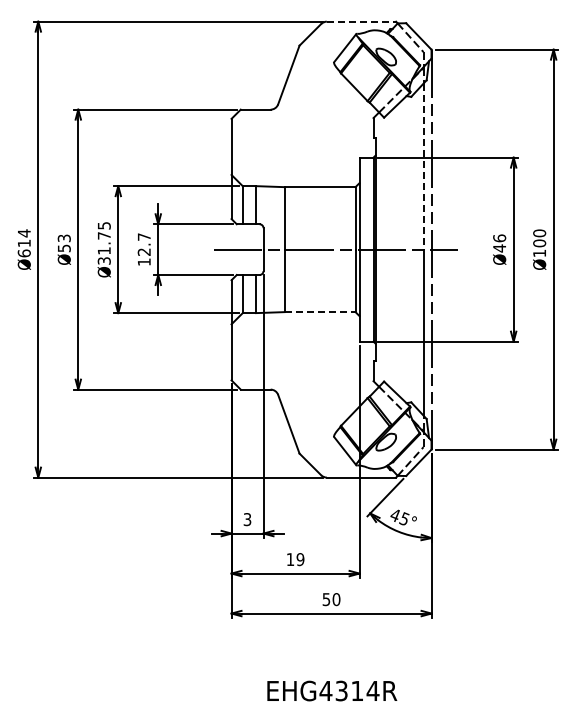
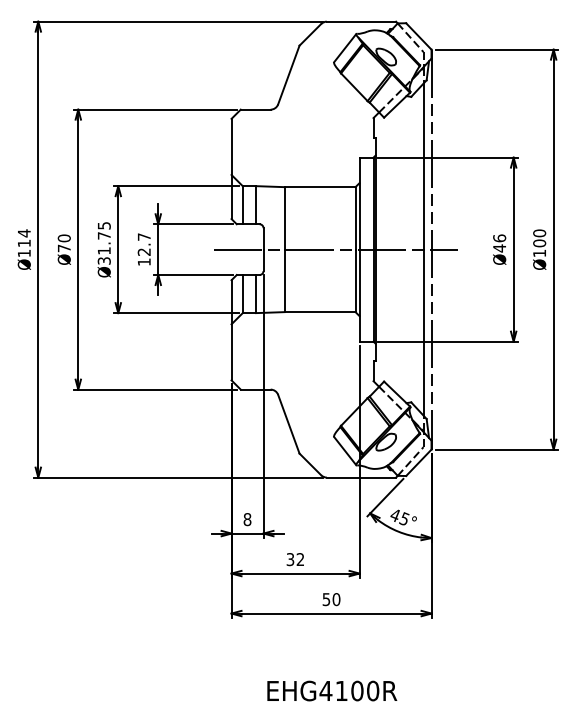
line at (361, 21): dashed -> solid
line at (423, 166): dashed -> solid
text at (63, 243): Ø53 -> Ø70
text at (23, 253): Ø614 -> Ø114
line at (320, 312): dashed -> solid
text at (247, 519): 3 -> 8
text at (295, 559): 19 -> 32
text at (357, 690): EHG4314R -> EHG4100R
